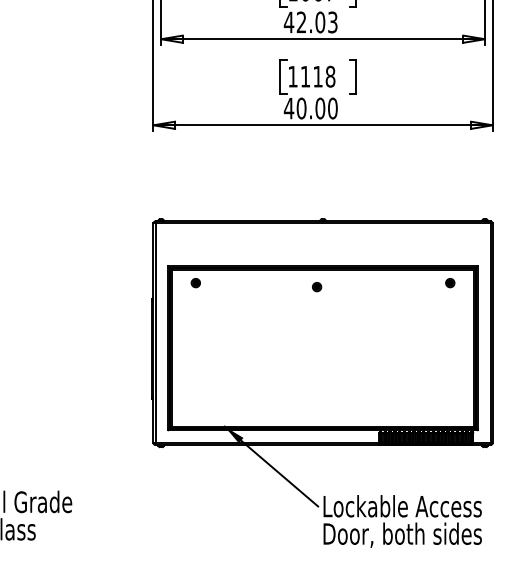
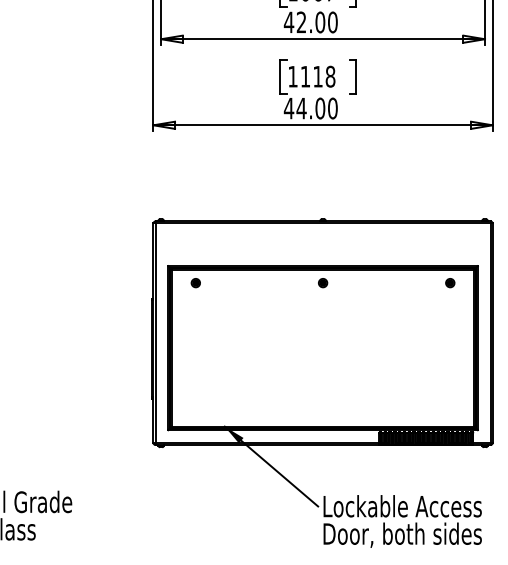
text at (332, 22): 42.03 -> 42.00
text at (301, 108): 40.00 -> 44.00
part at (317, 287) position: (317, 287) -> (323, 283)
